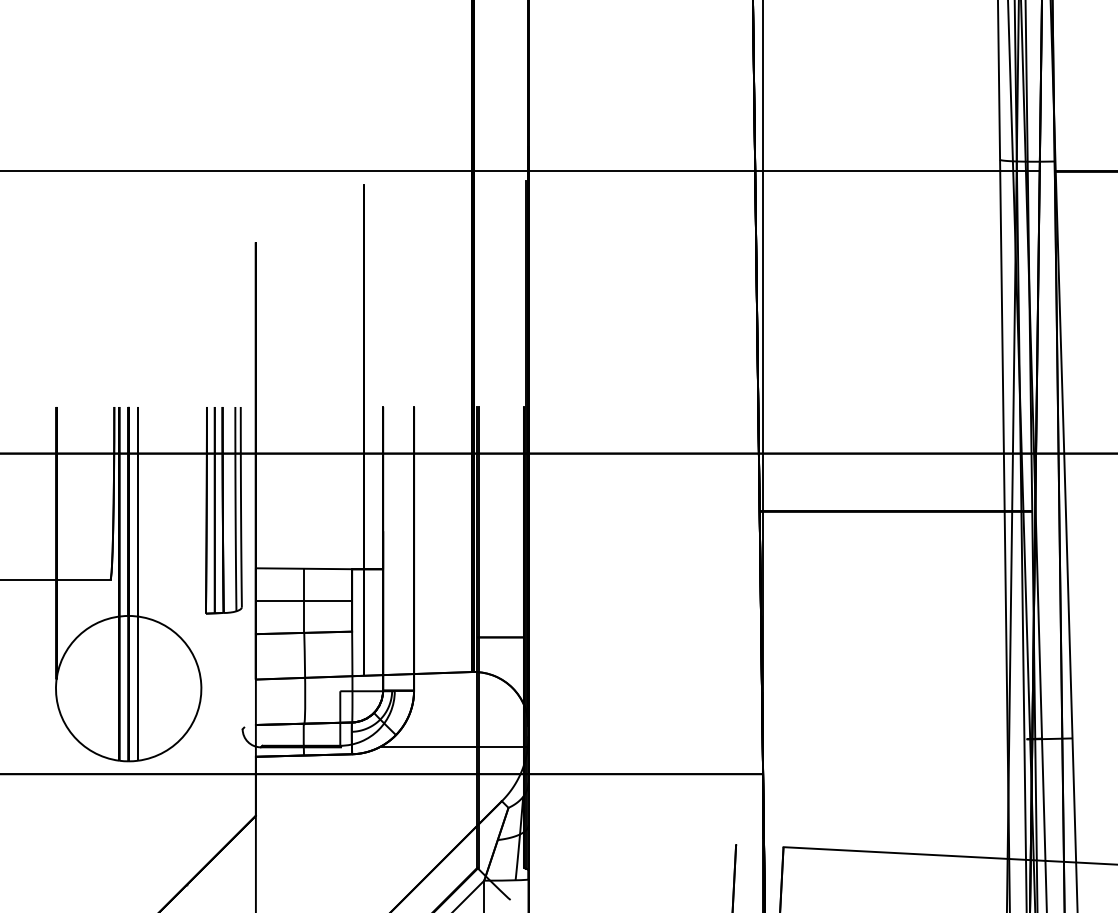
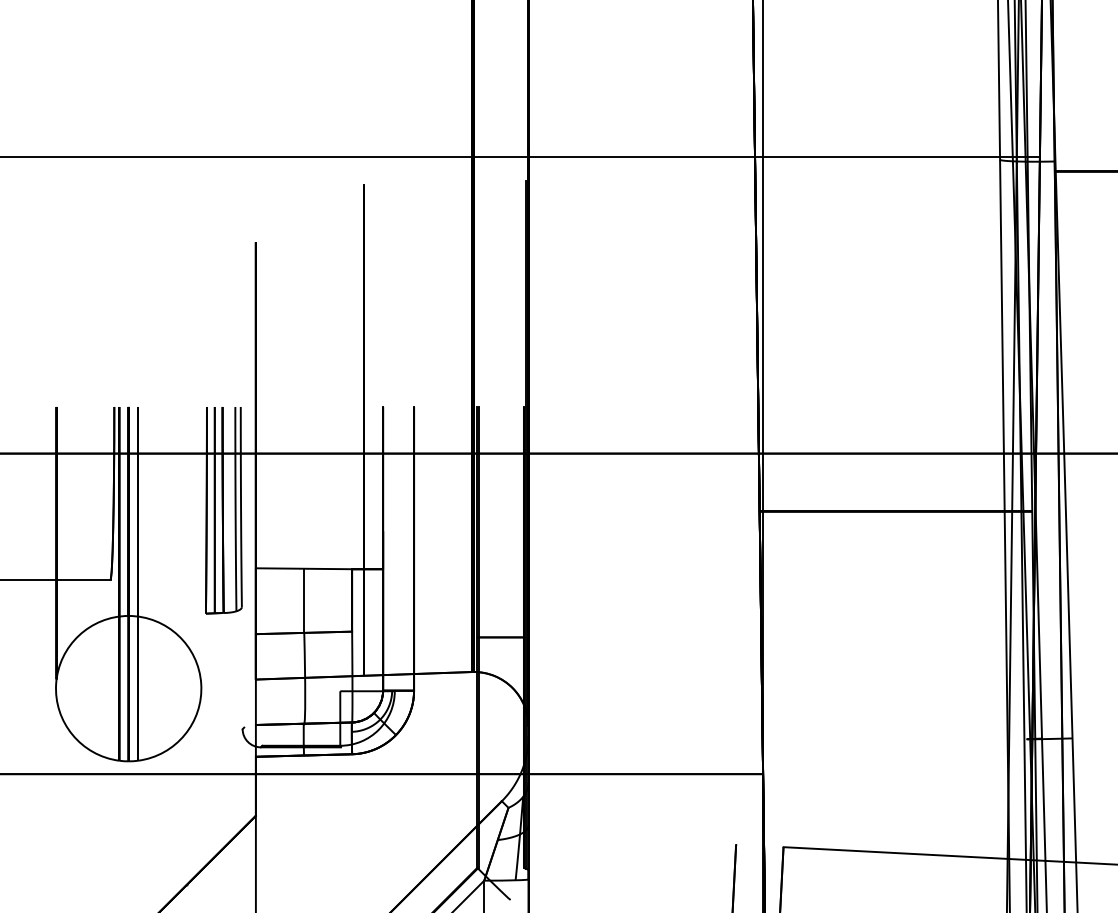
line at (520, 170) position: (520, 170) -> (520, 156)
line at (303, 601): present -> none
line at (453, 746): present -> none
